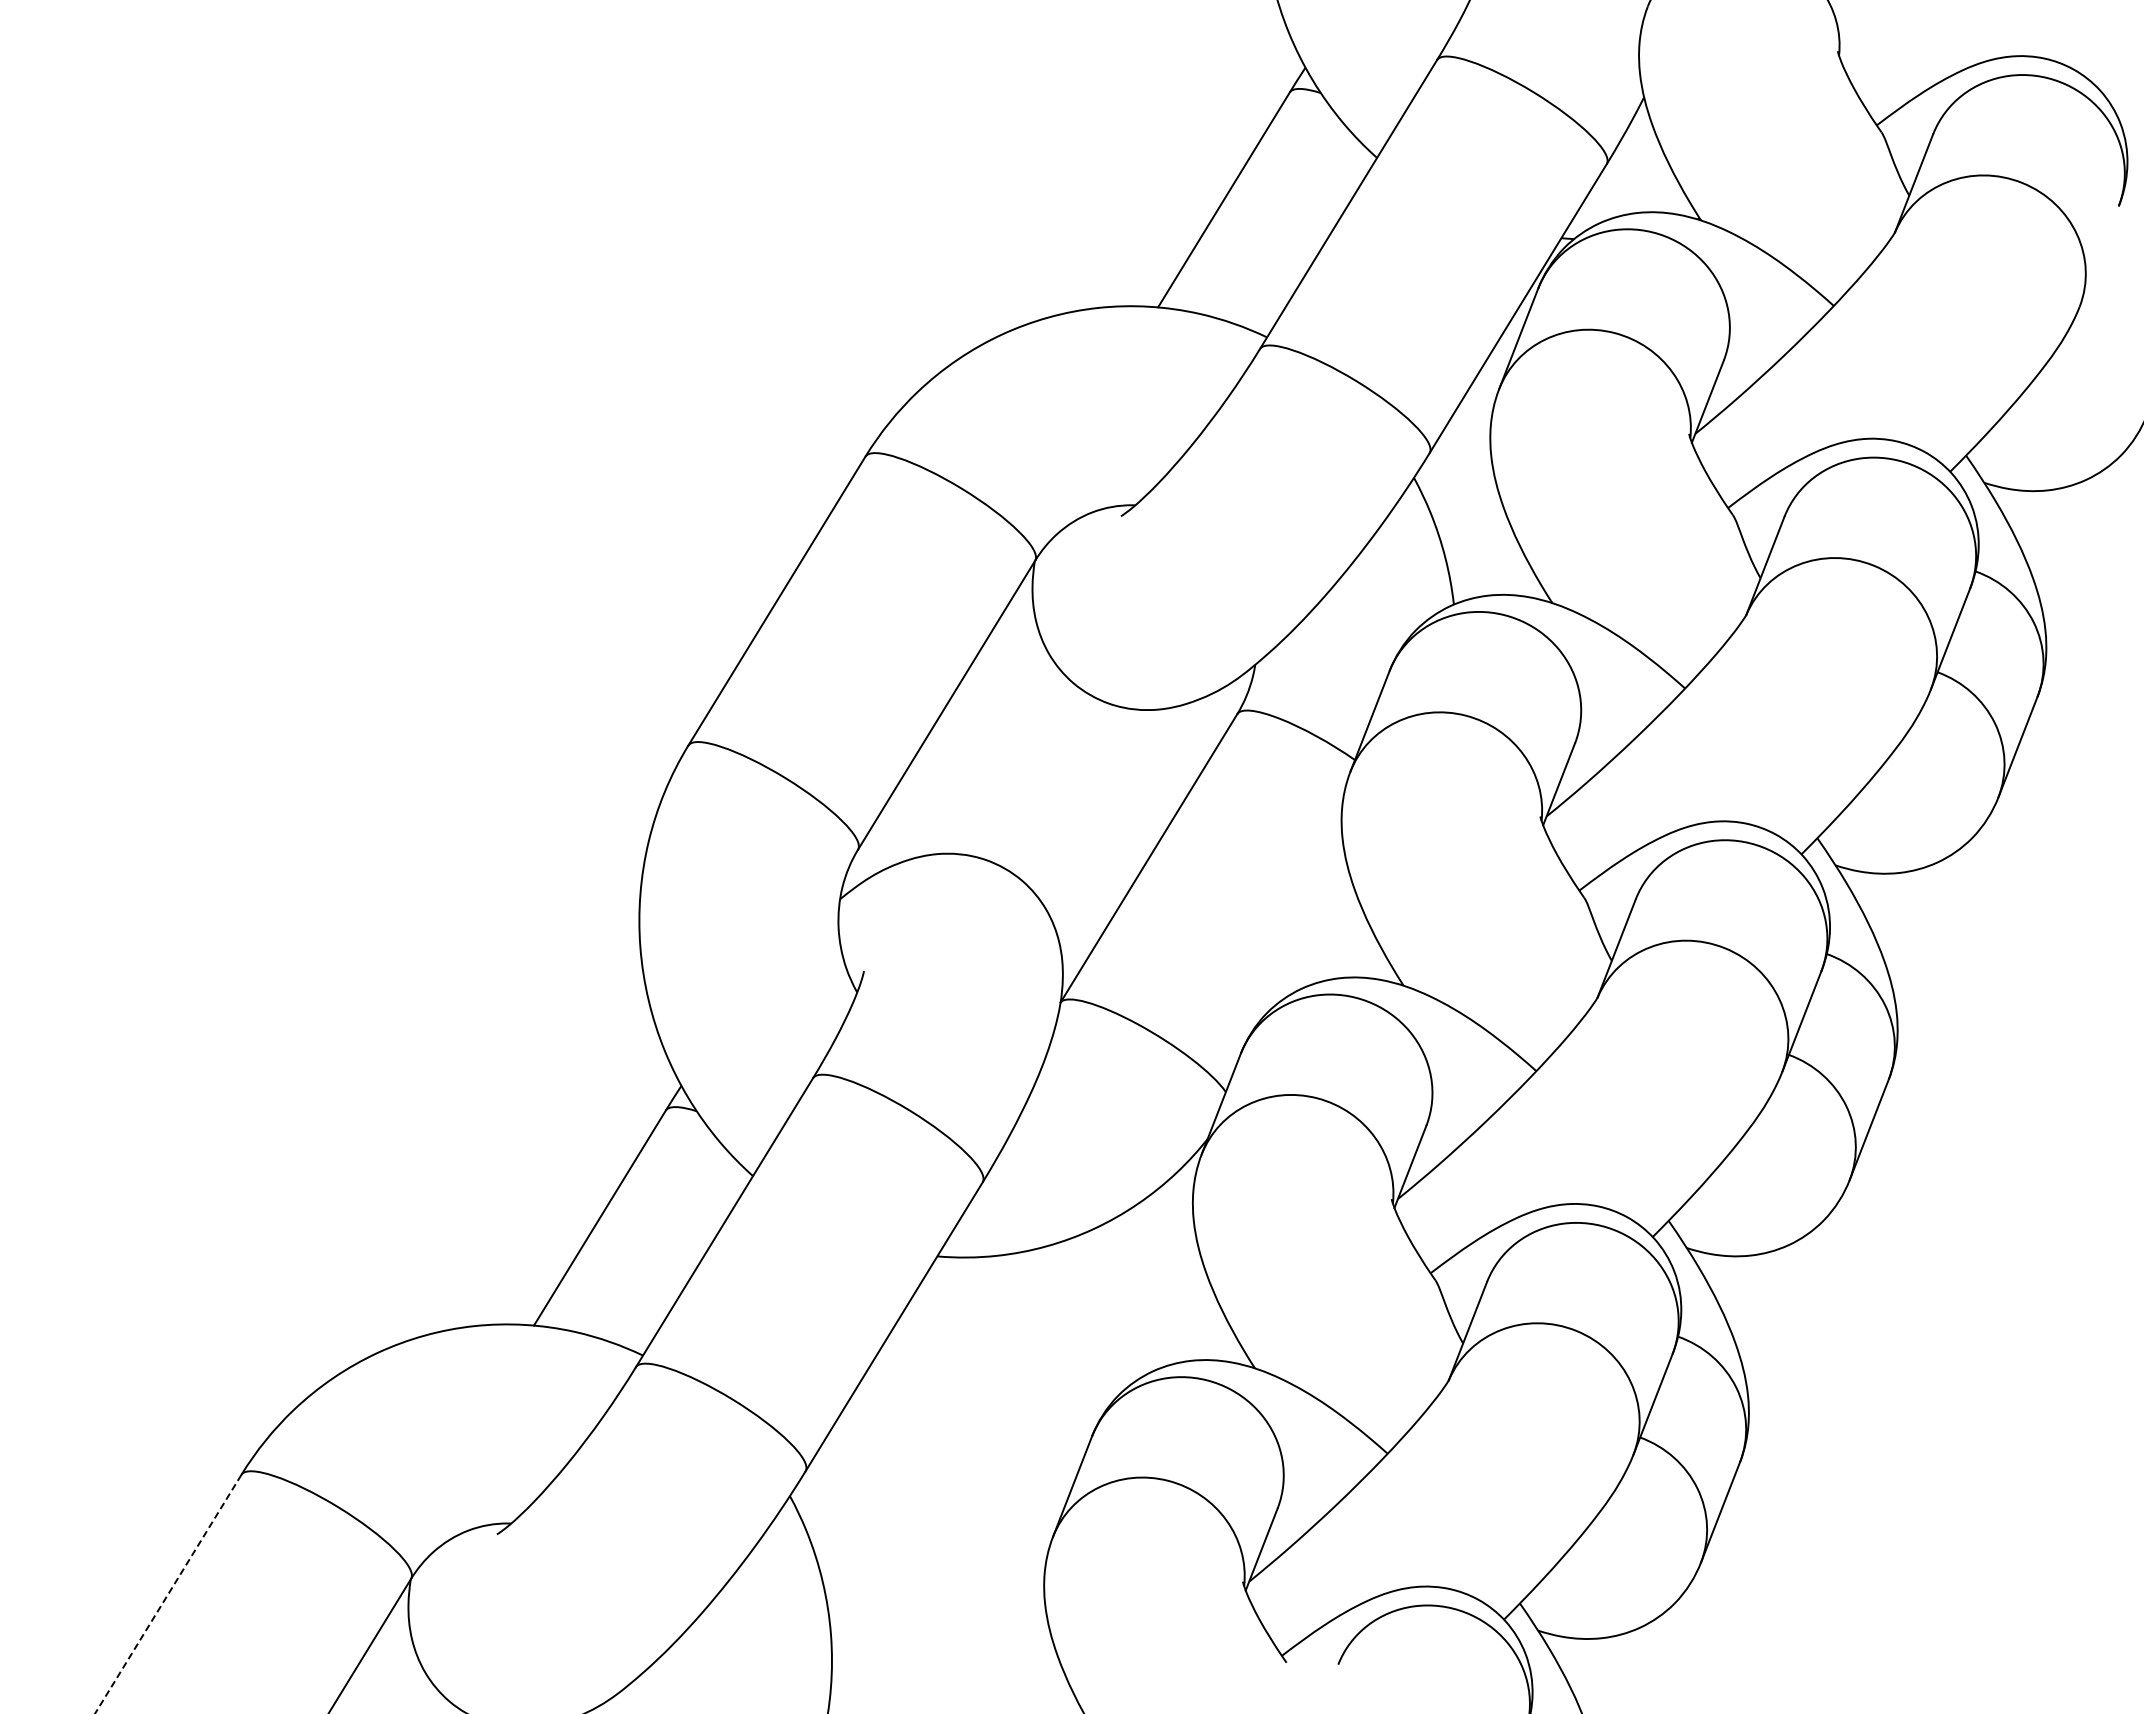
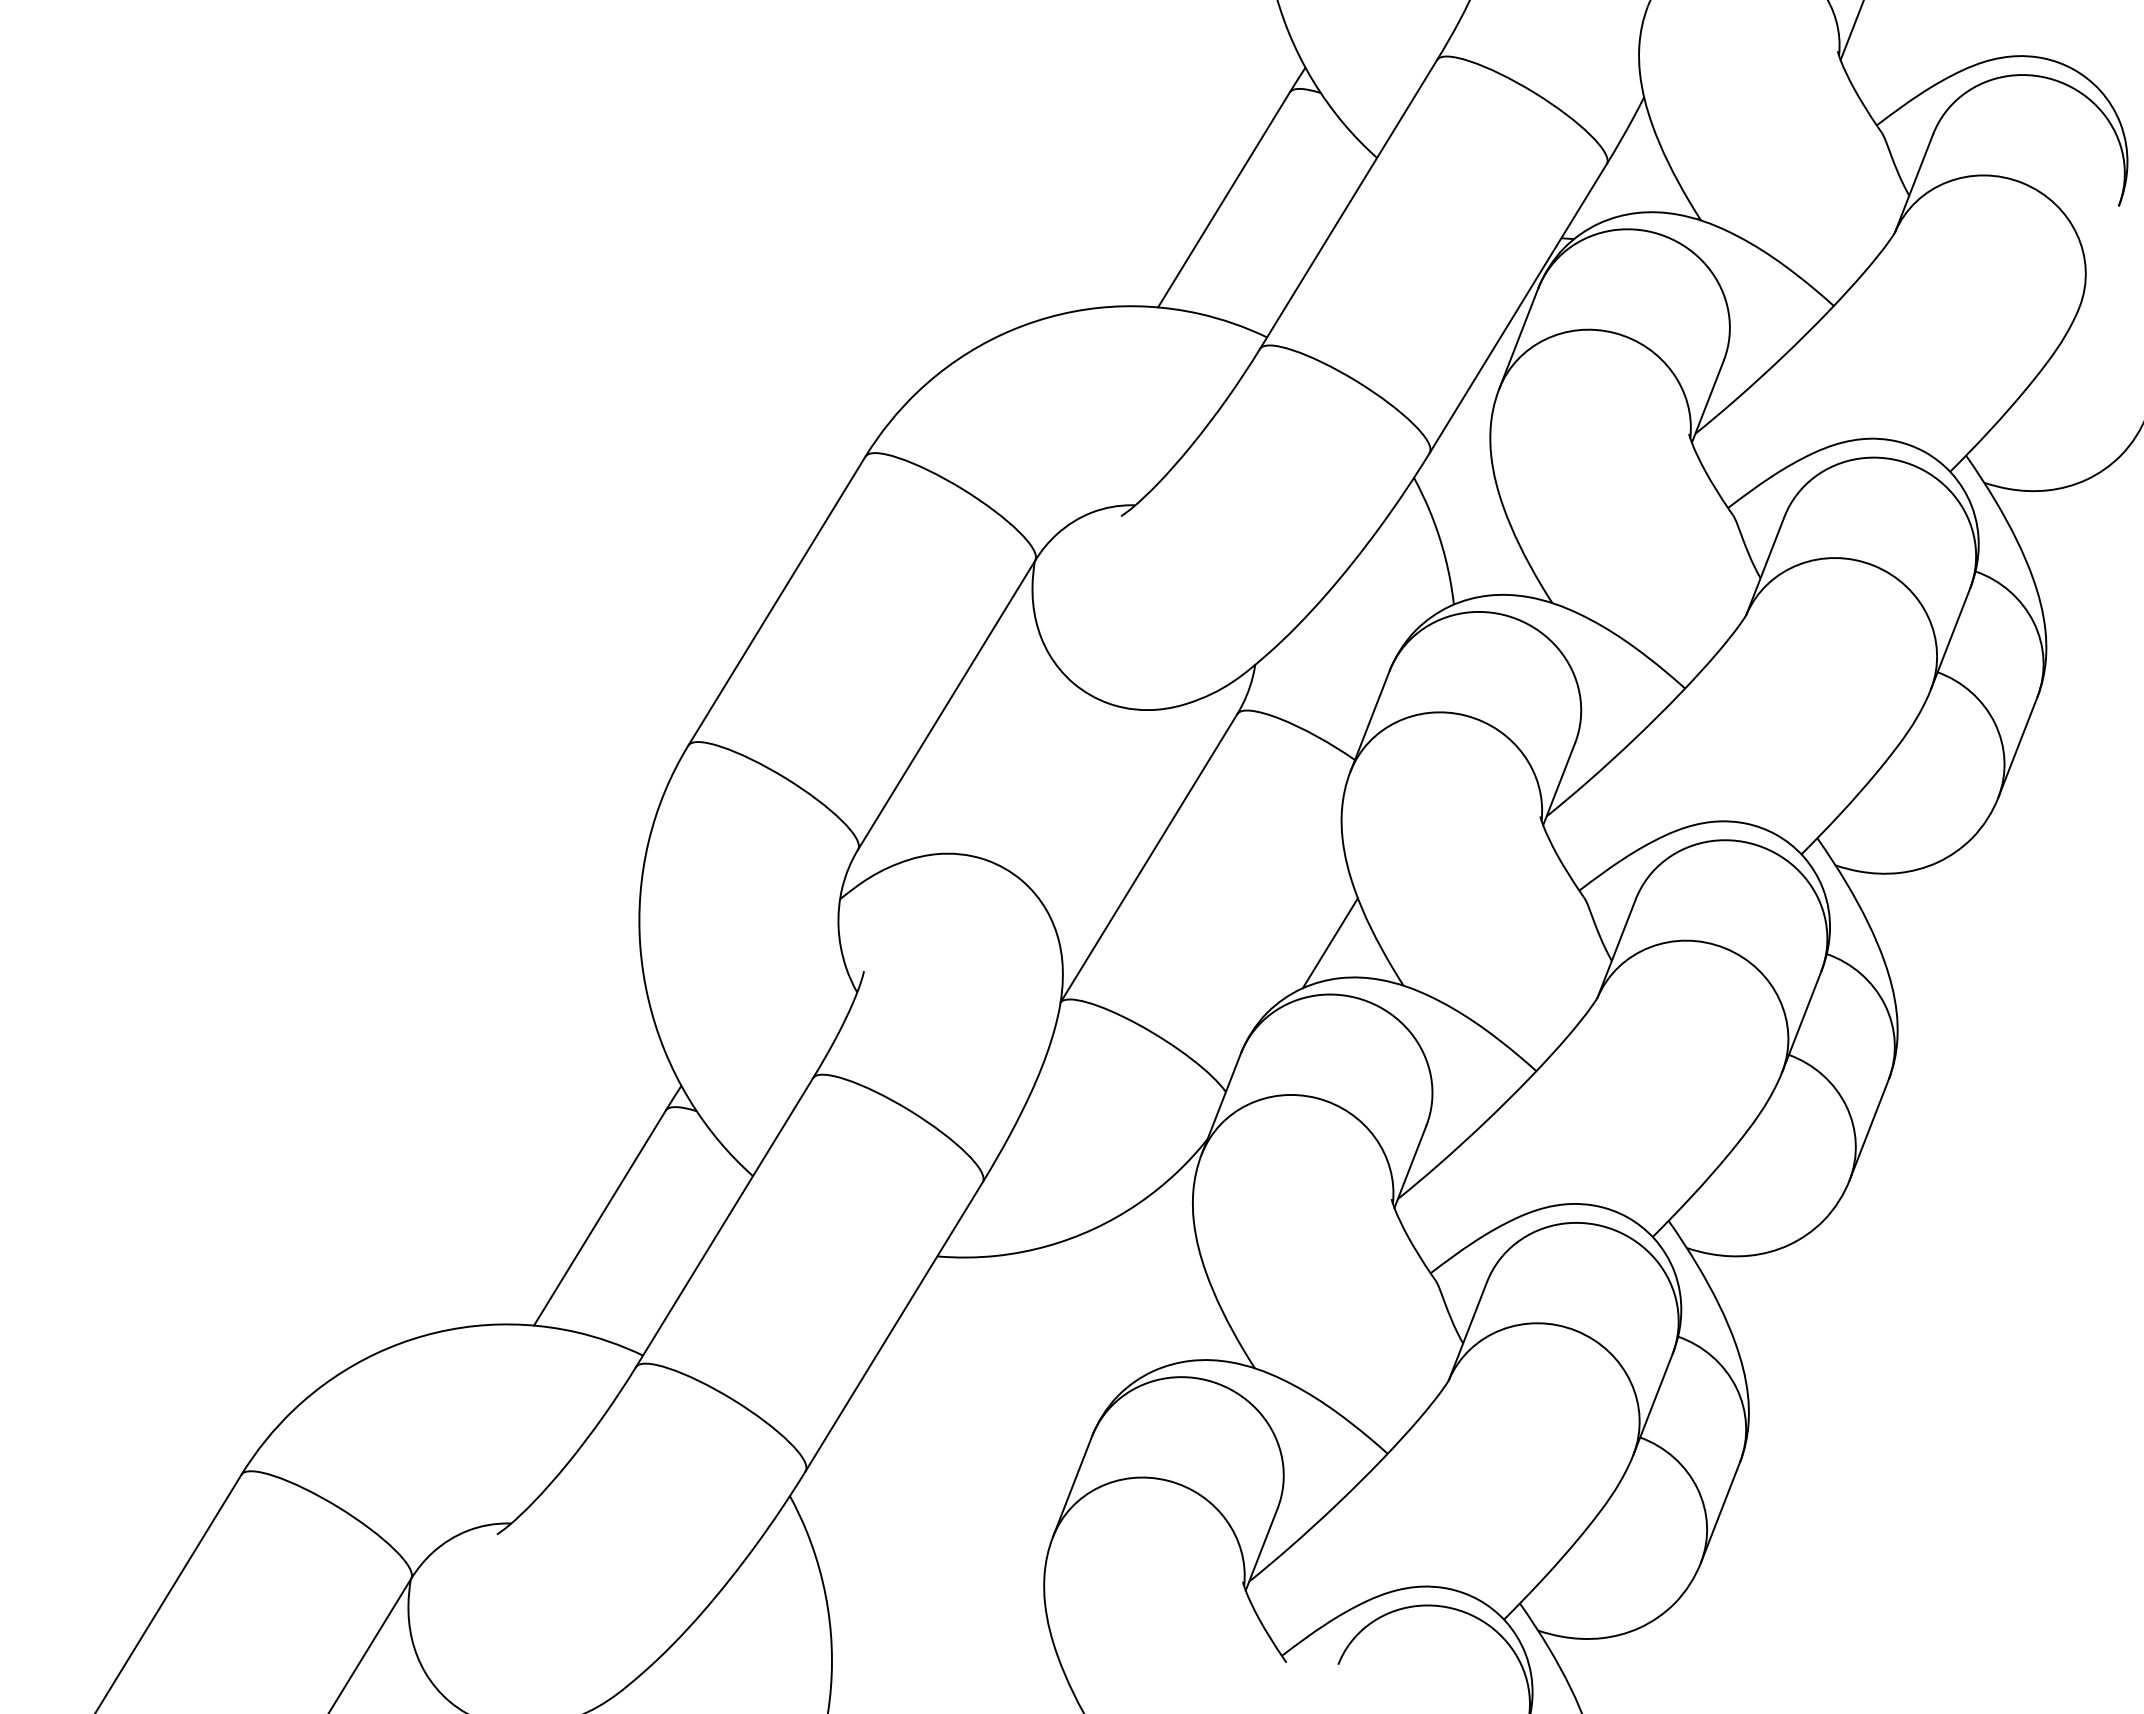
line at (1851, 31): none -> present
line at (1329, 943): none -> present
line at (168, 1594): dashed -> solid
